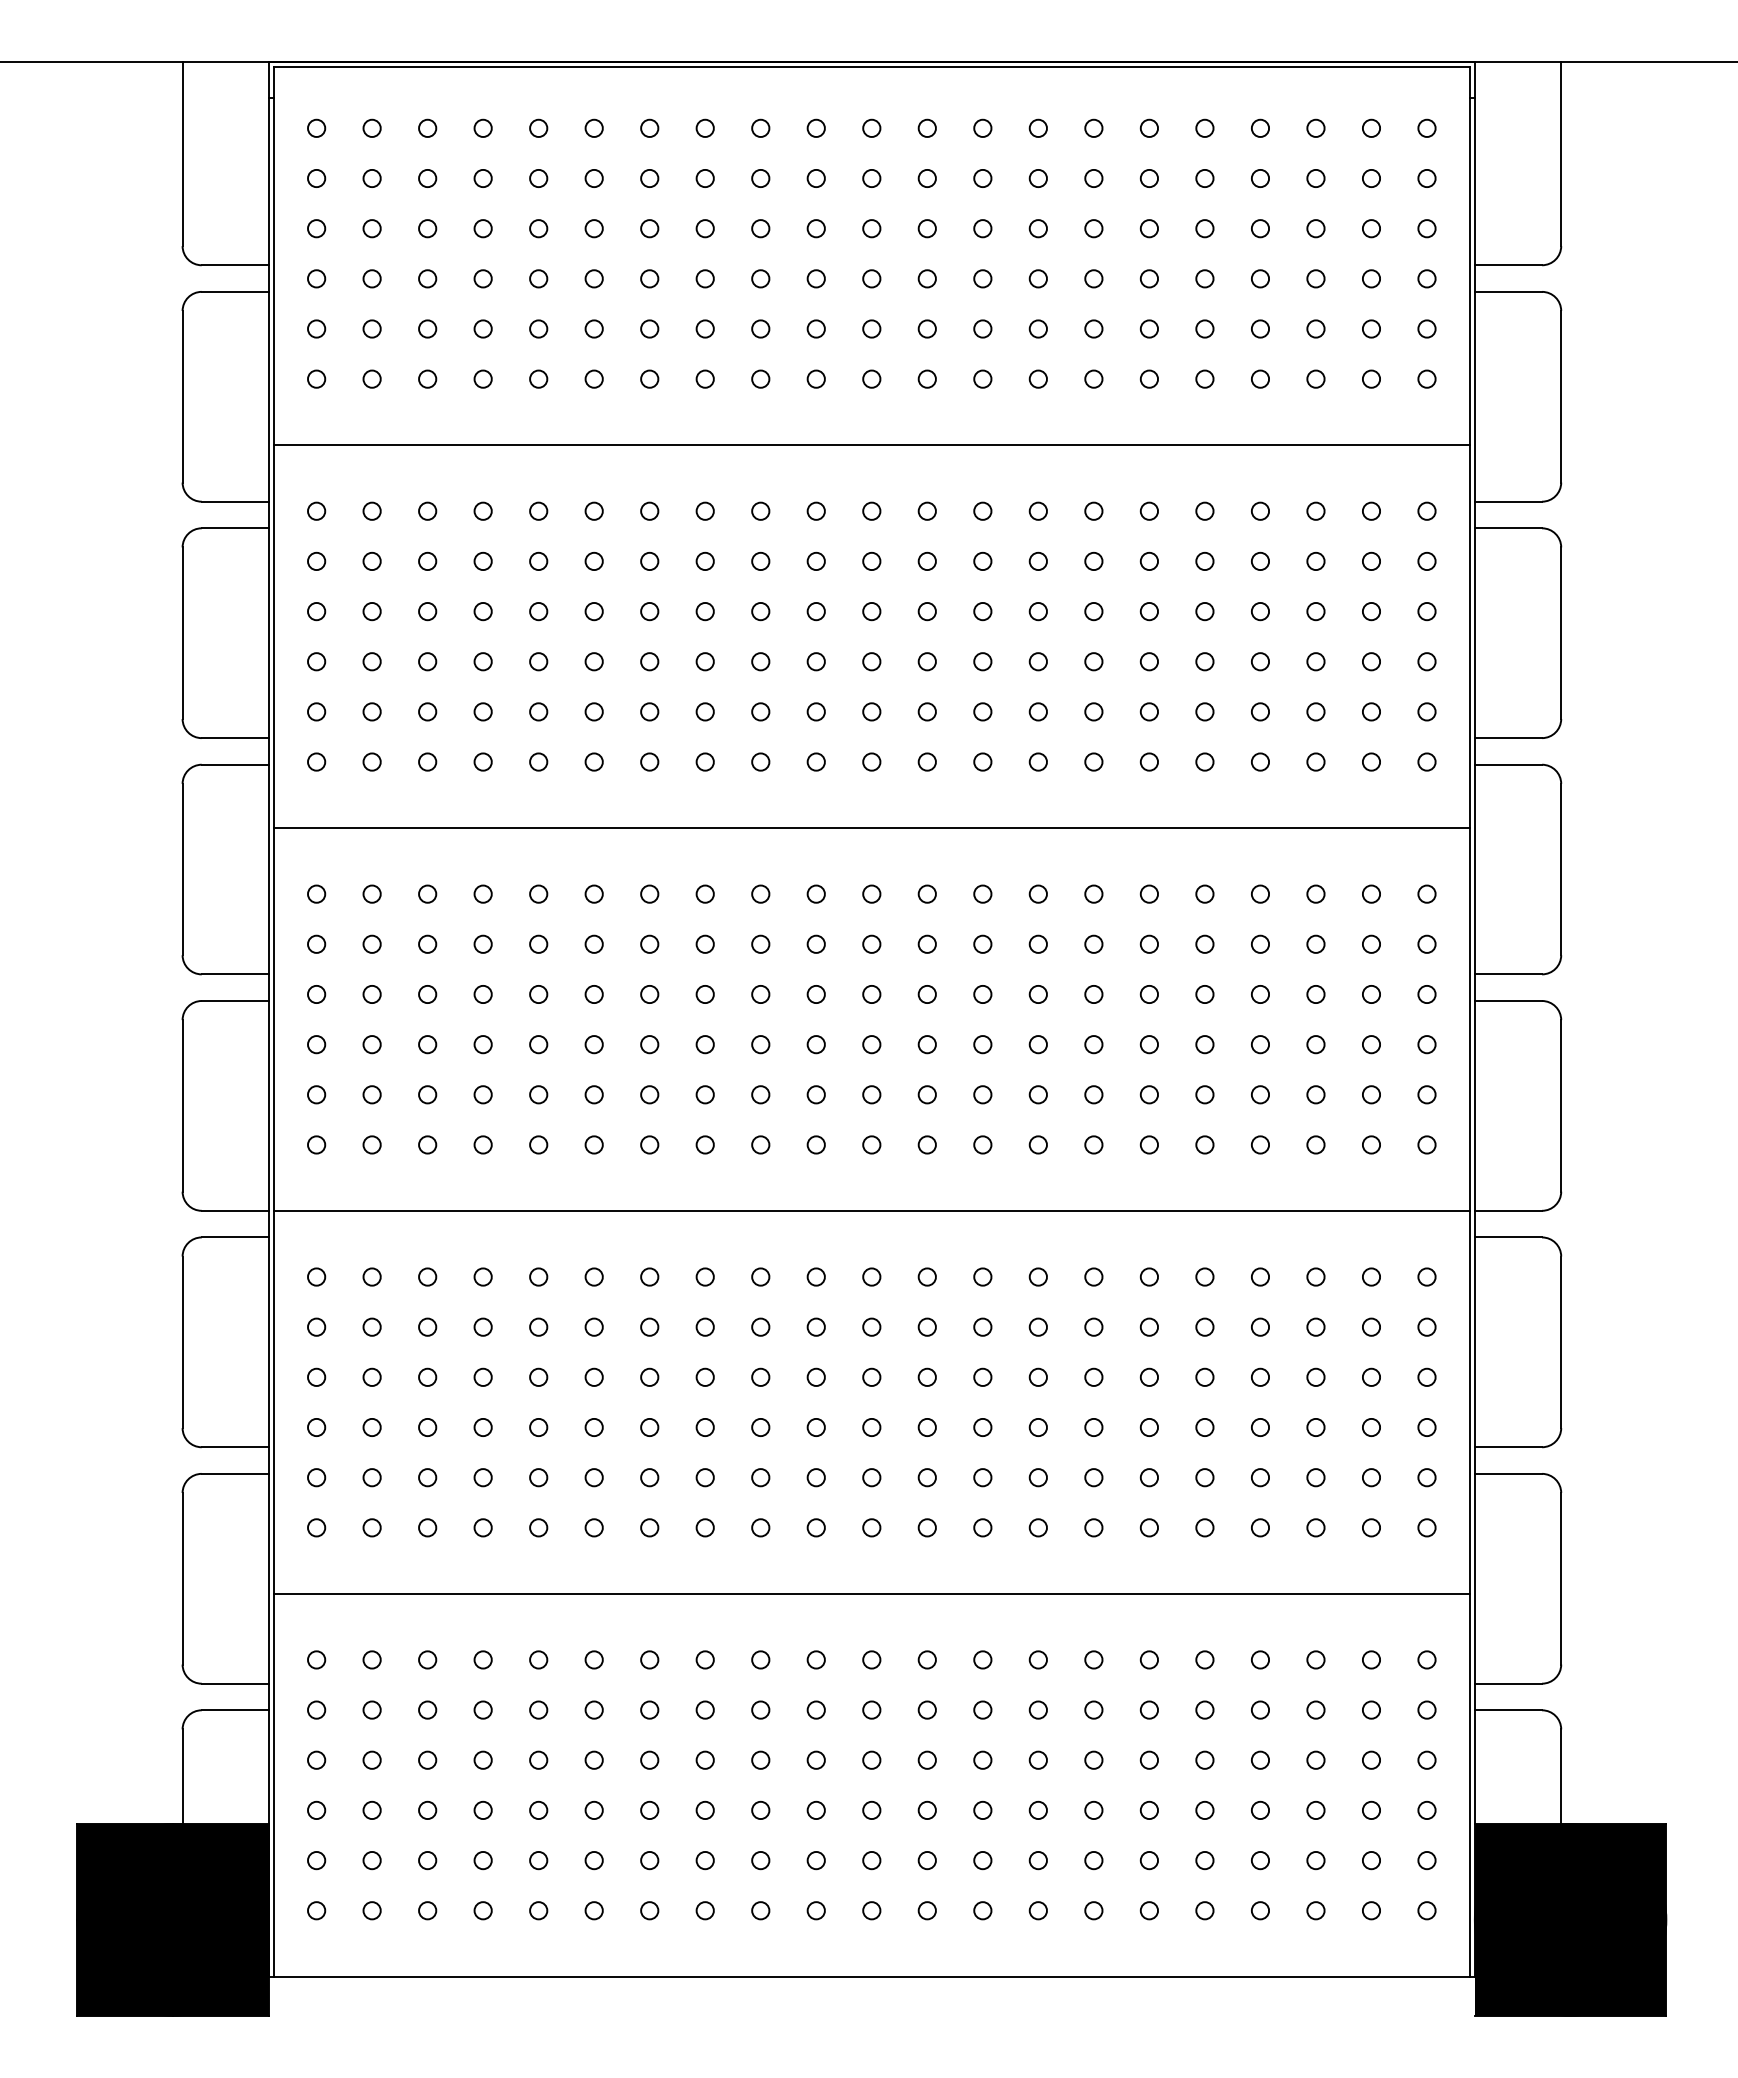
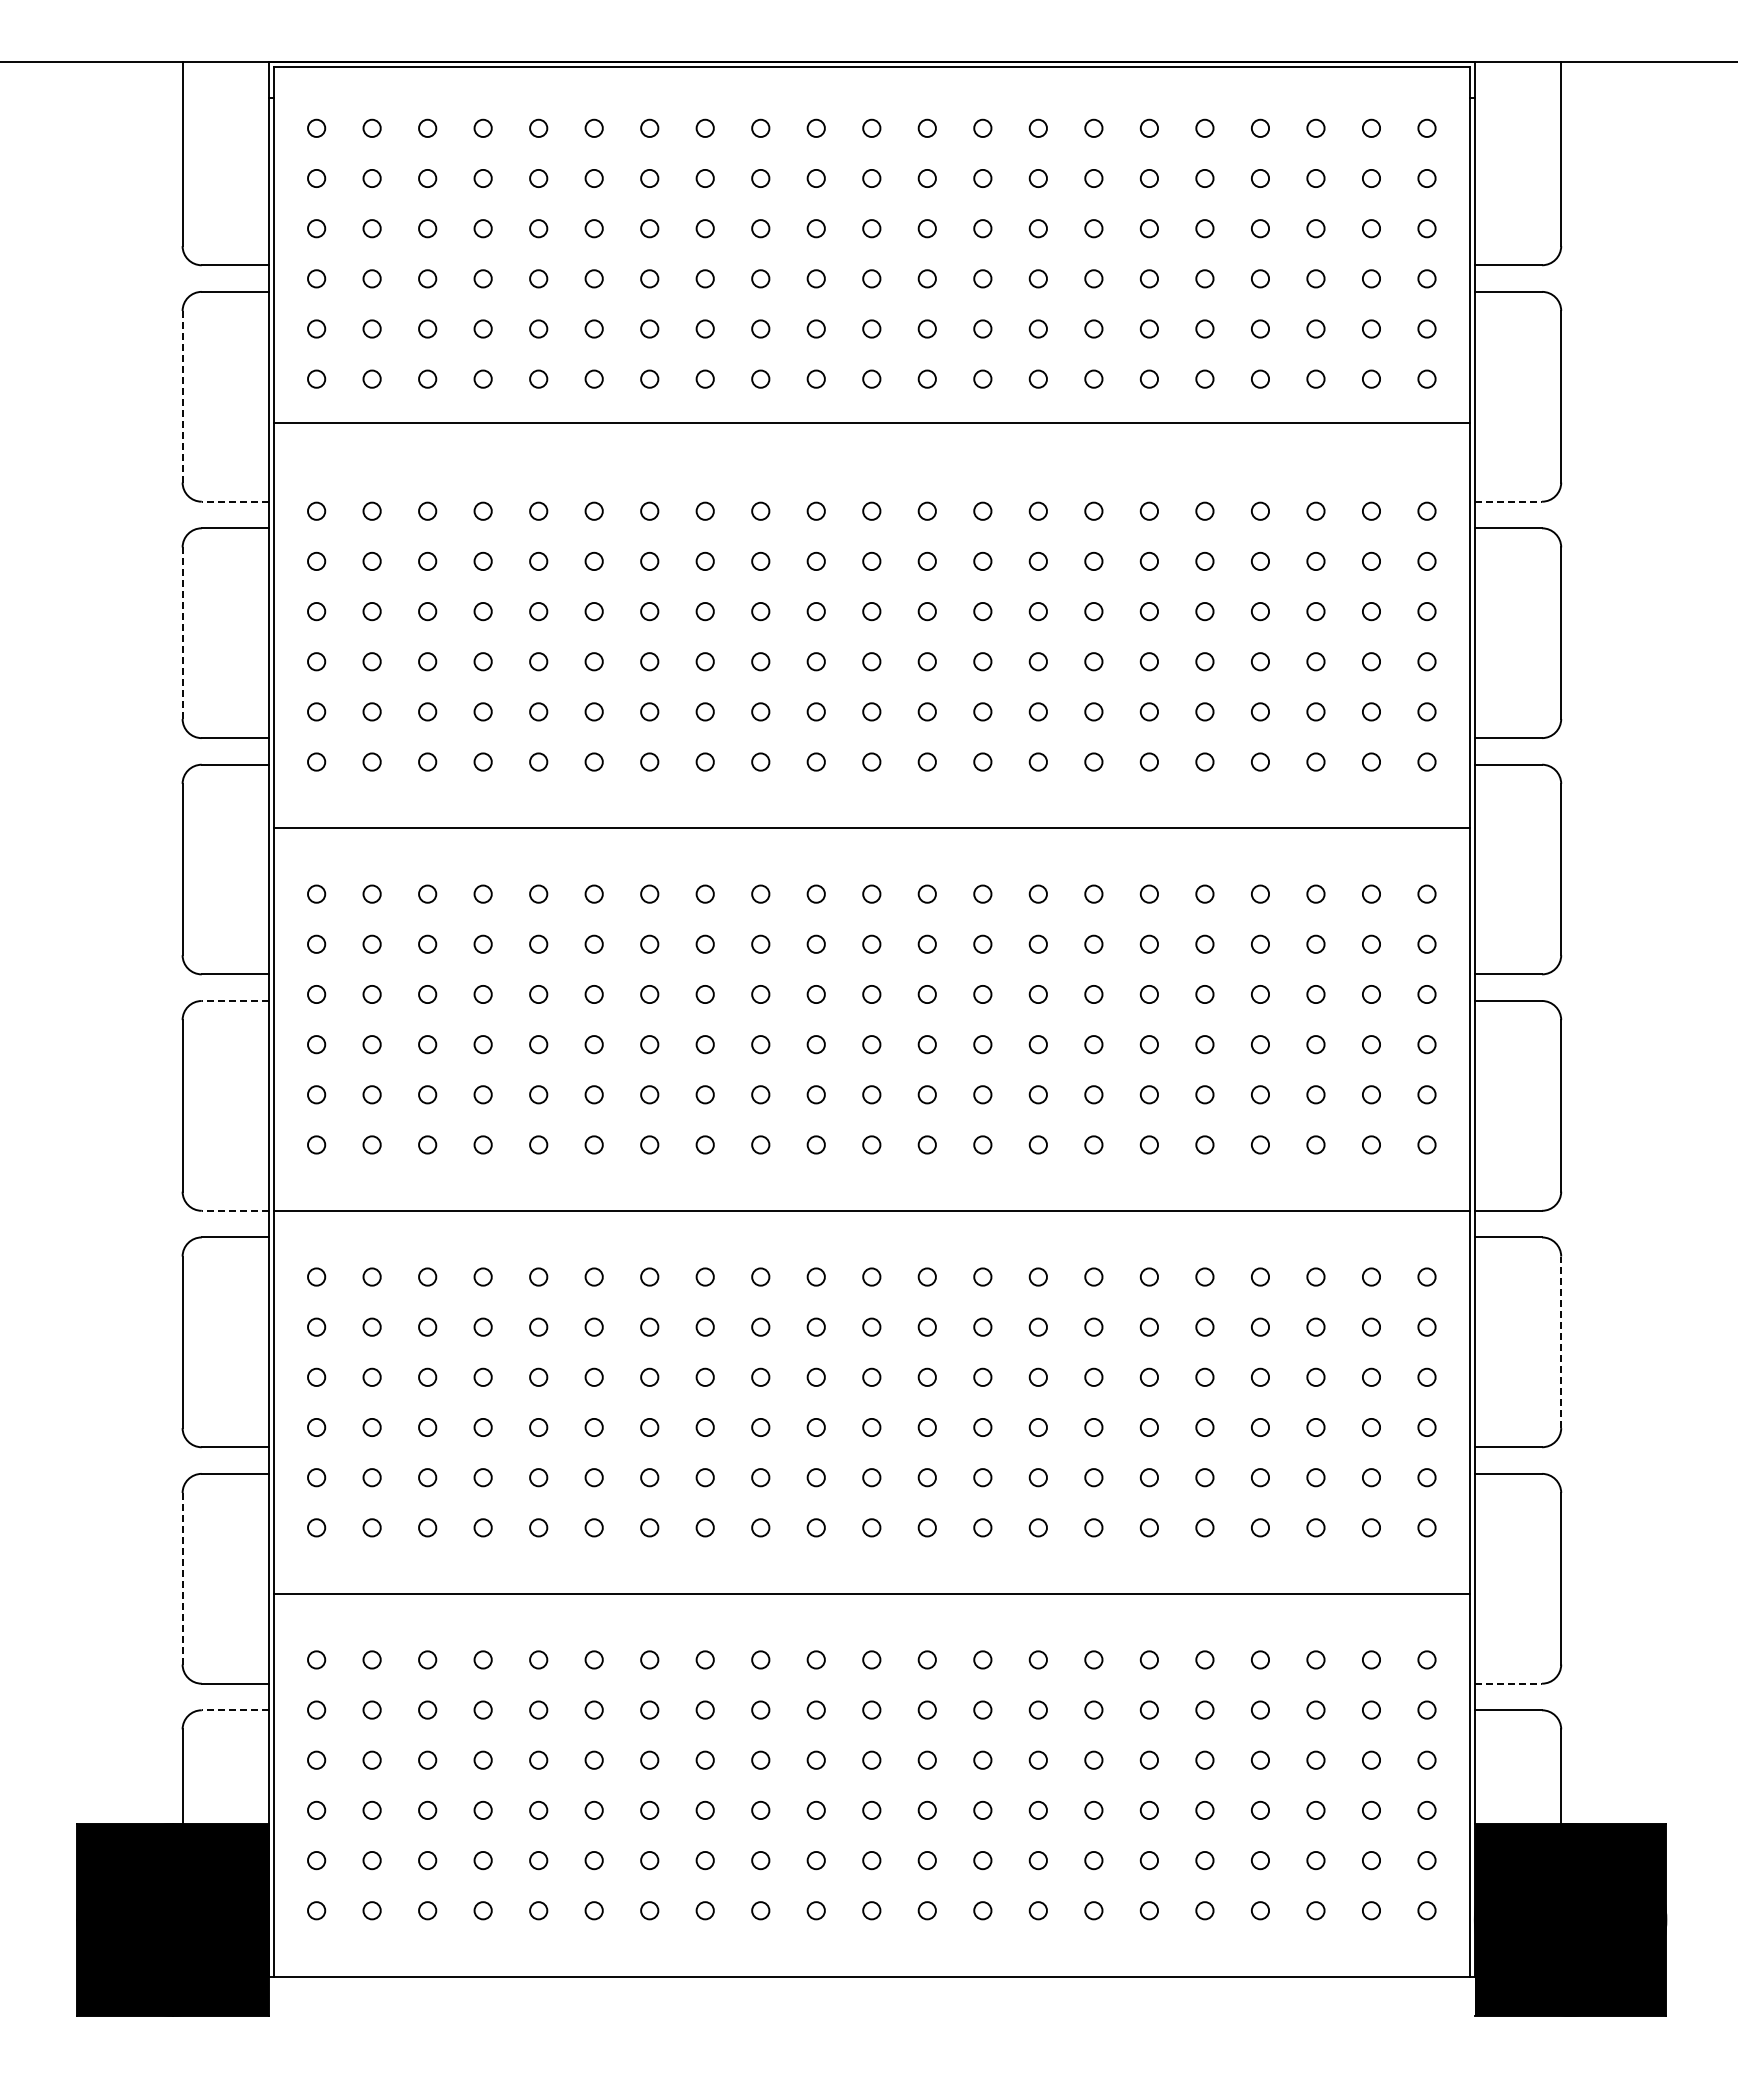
line at (182, 396): solid -> dashed
line at (871, 445) position: (871, 445) -> (871, 423)
line at (235, 501): solid -> dashed
line at (1508, 501): solid -> dashed
line at (182, 633): solid -> dashed
line at (235, 1000): solid -> dashed
line at (235, 1210): solid -> dashed
line at (1561, 1342): solid -> dashed
line at (182, 1578): solid -> dashed
line at (1508, 1683): solid -> dashed
line at (235, 1710): solid -> dashed
